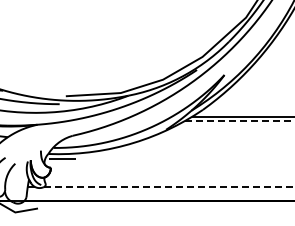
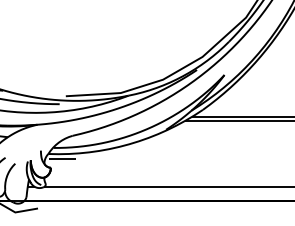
line at (239, 121): dashed -> solid
line at (169, 187): dashed -> solid
